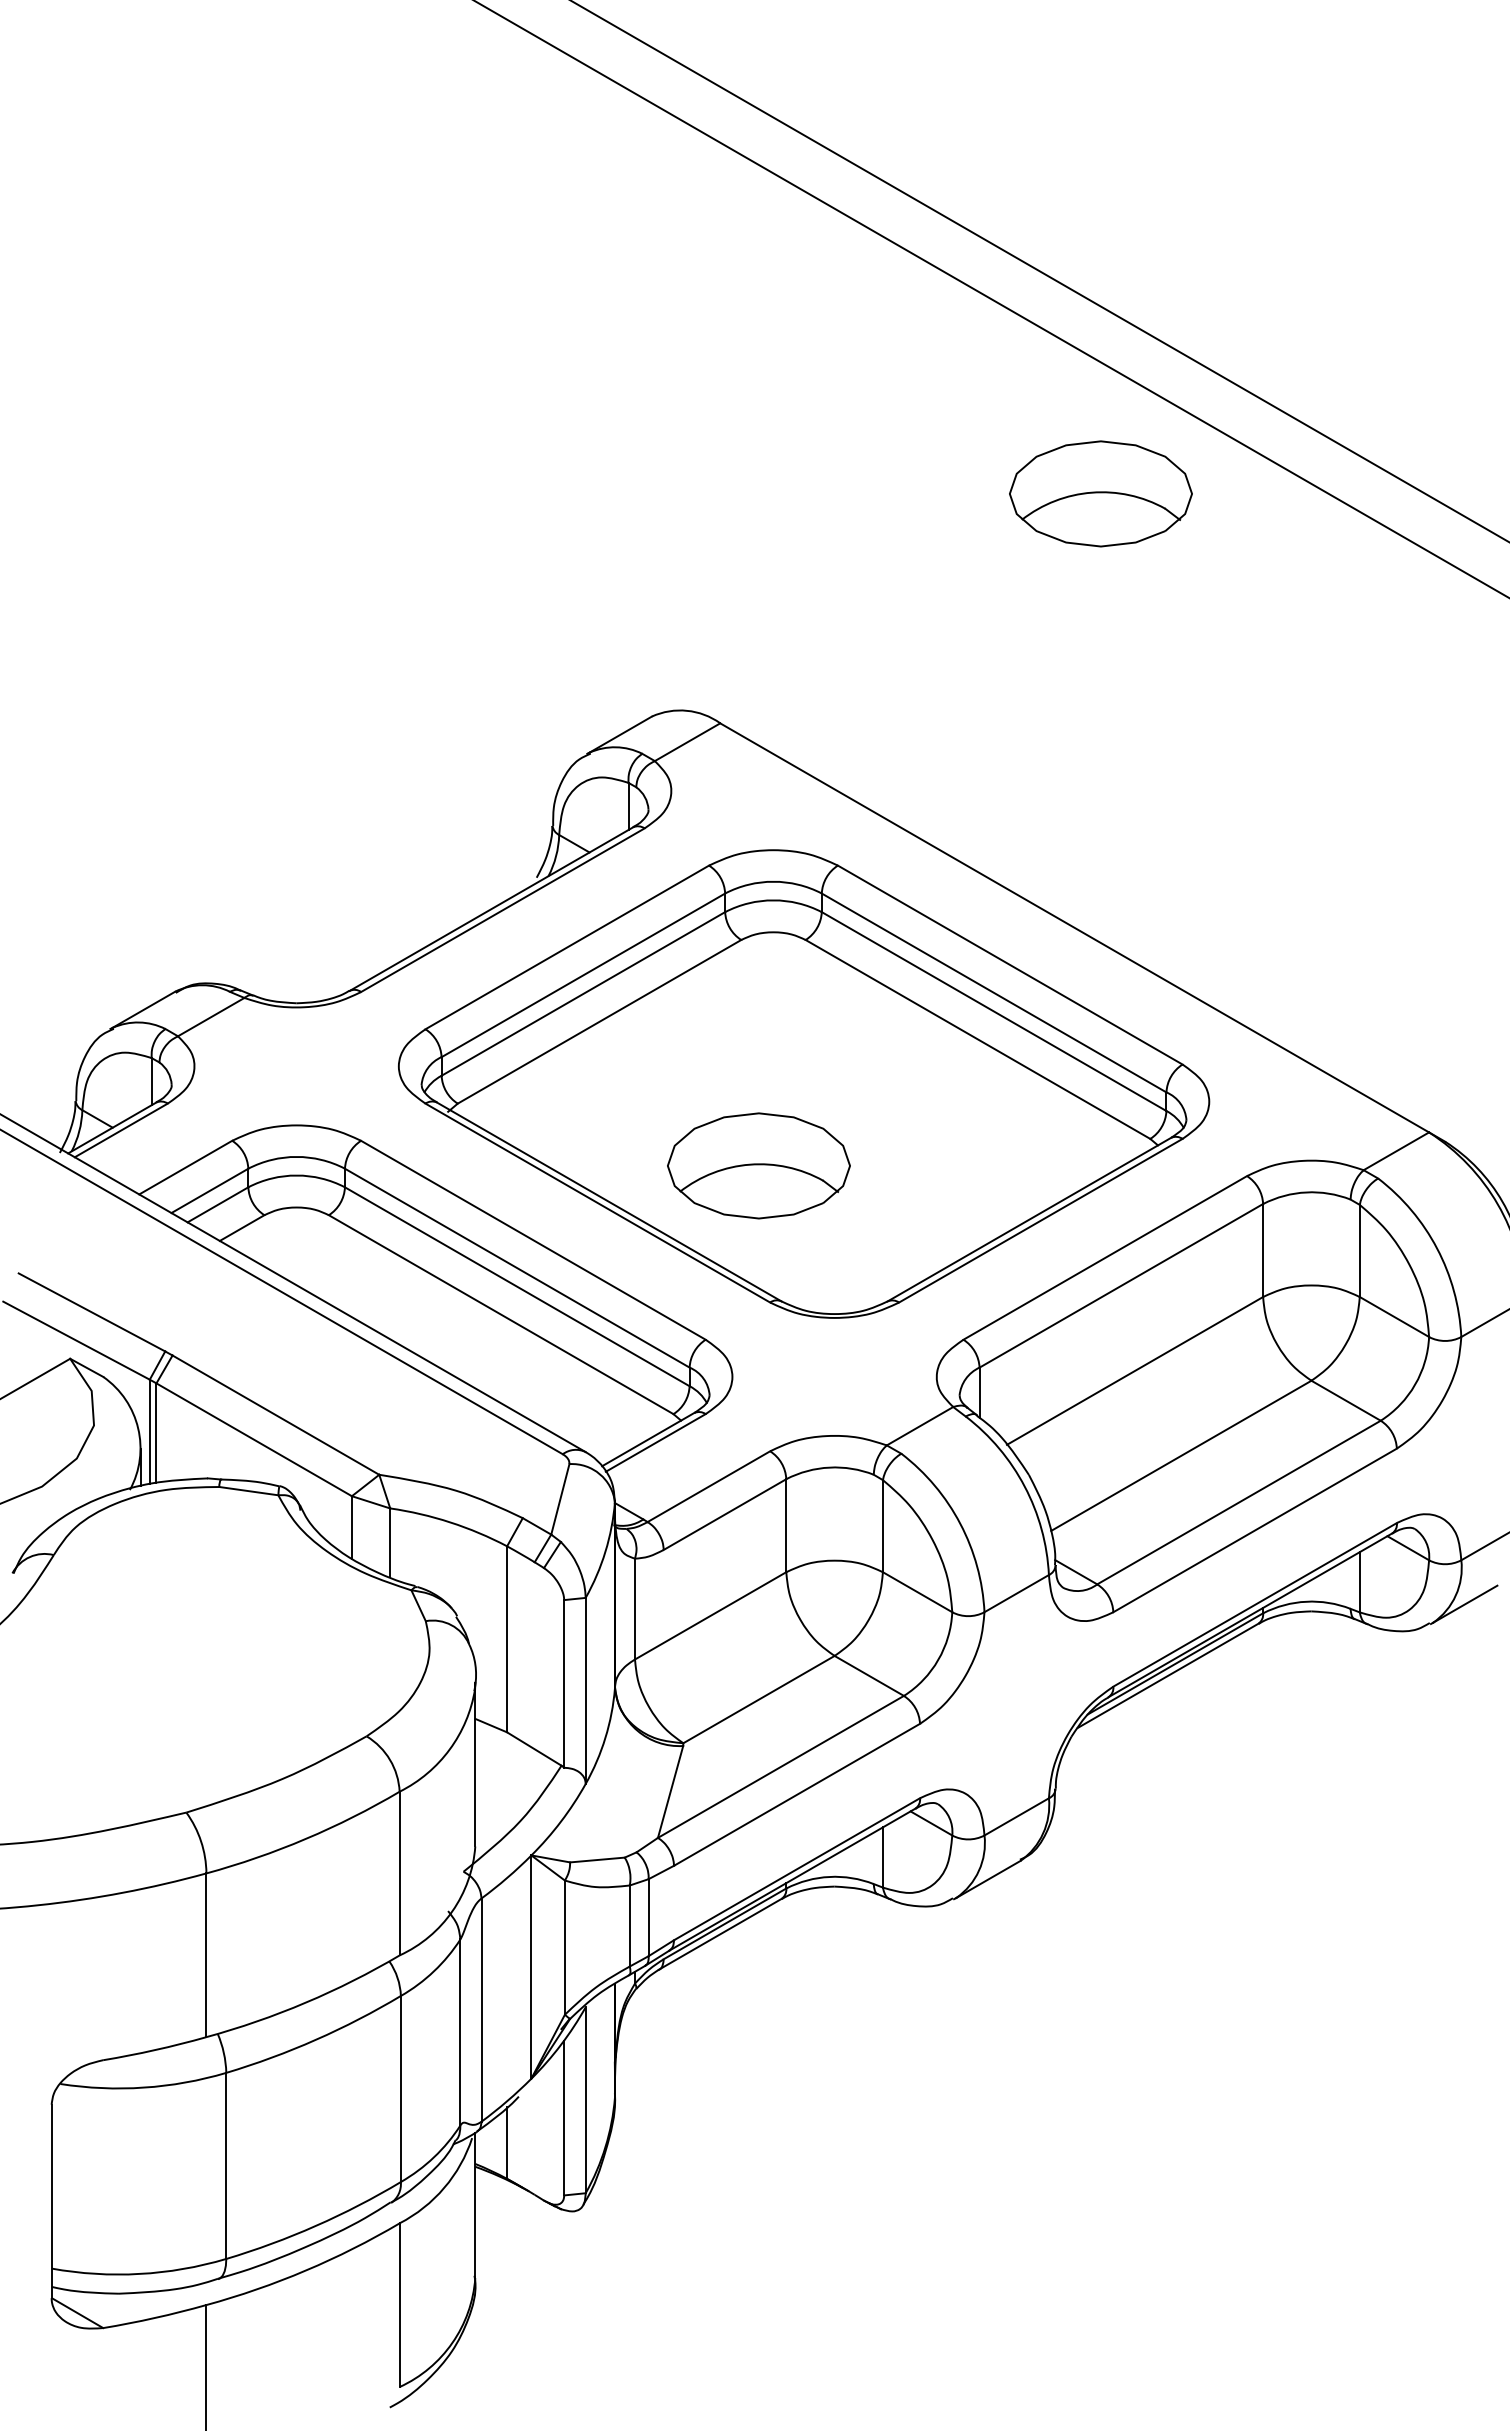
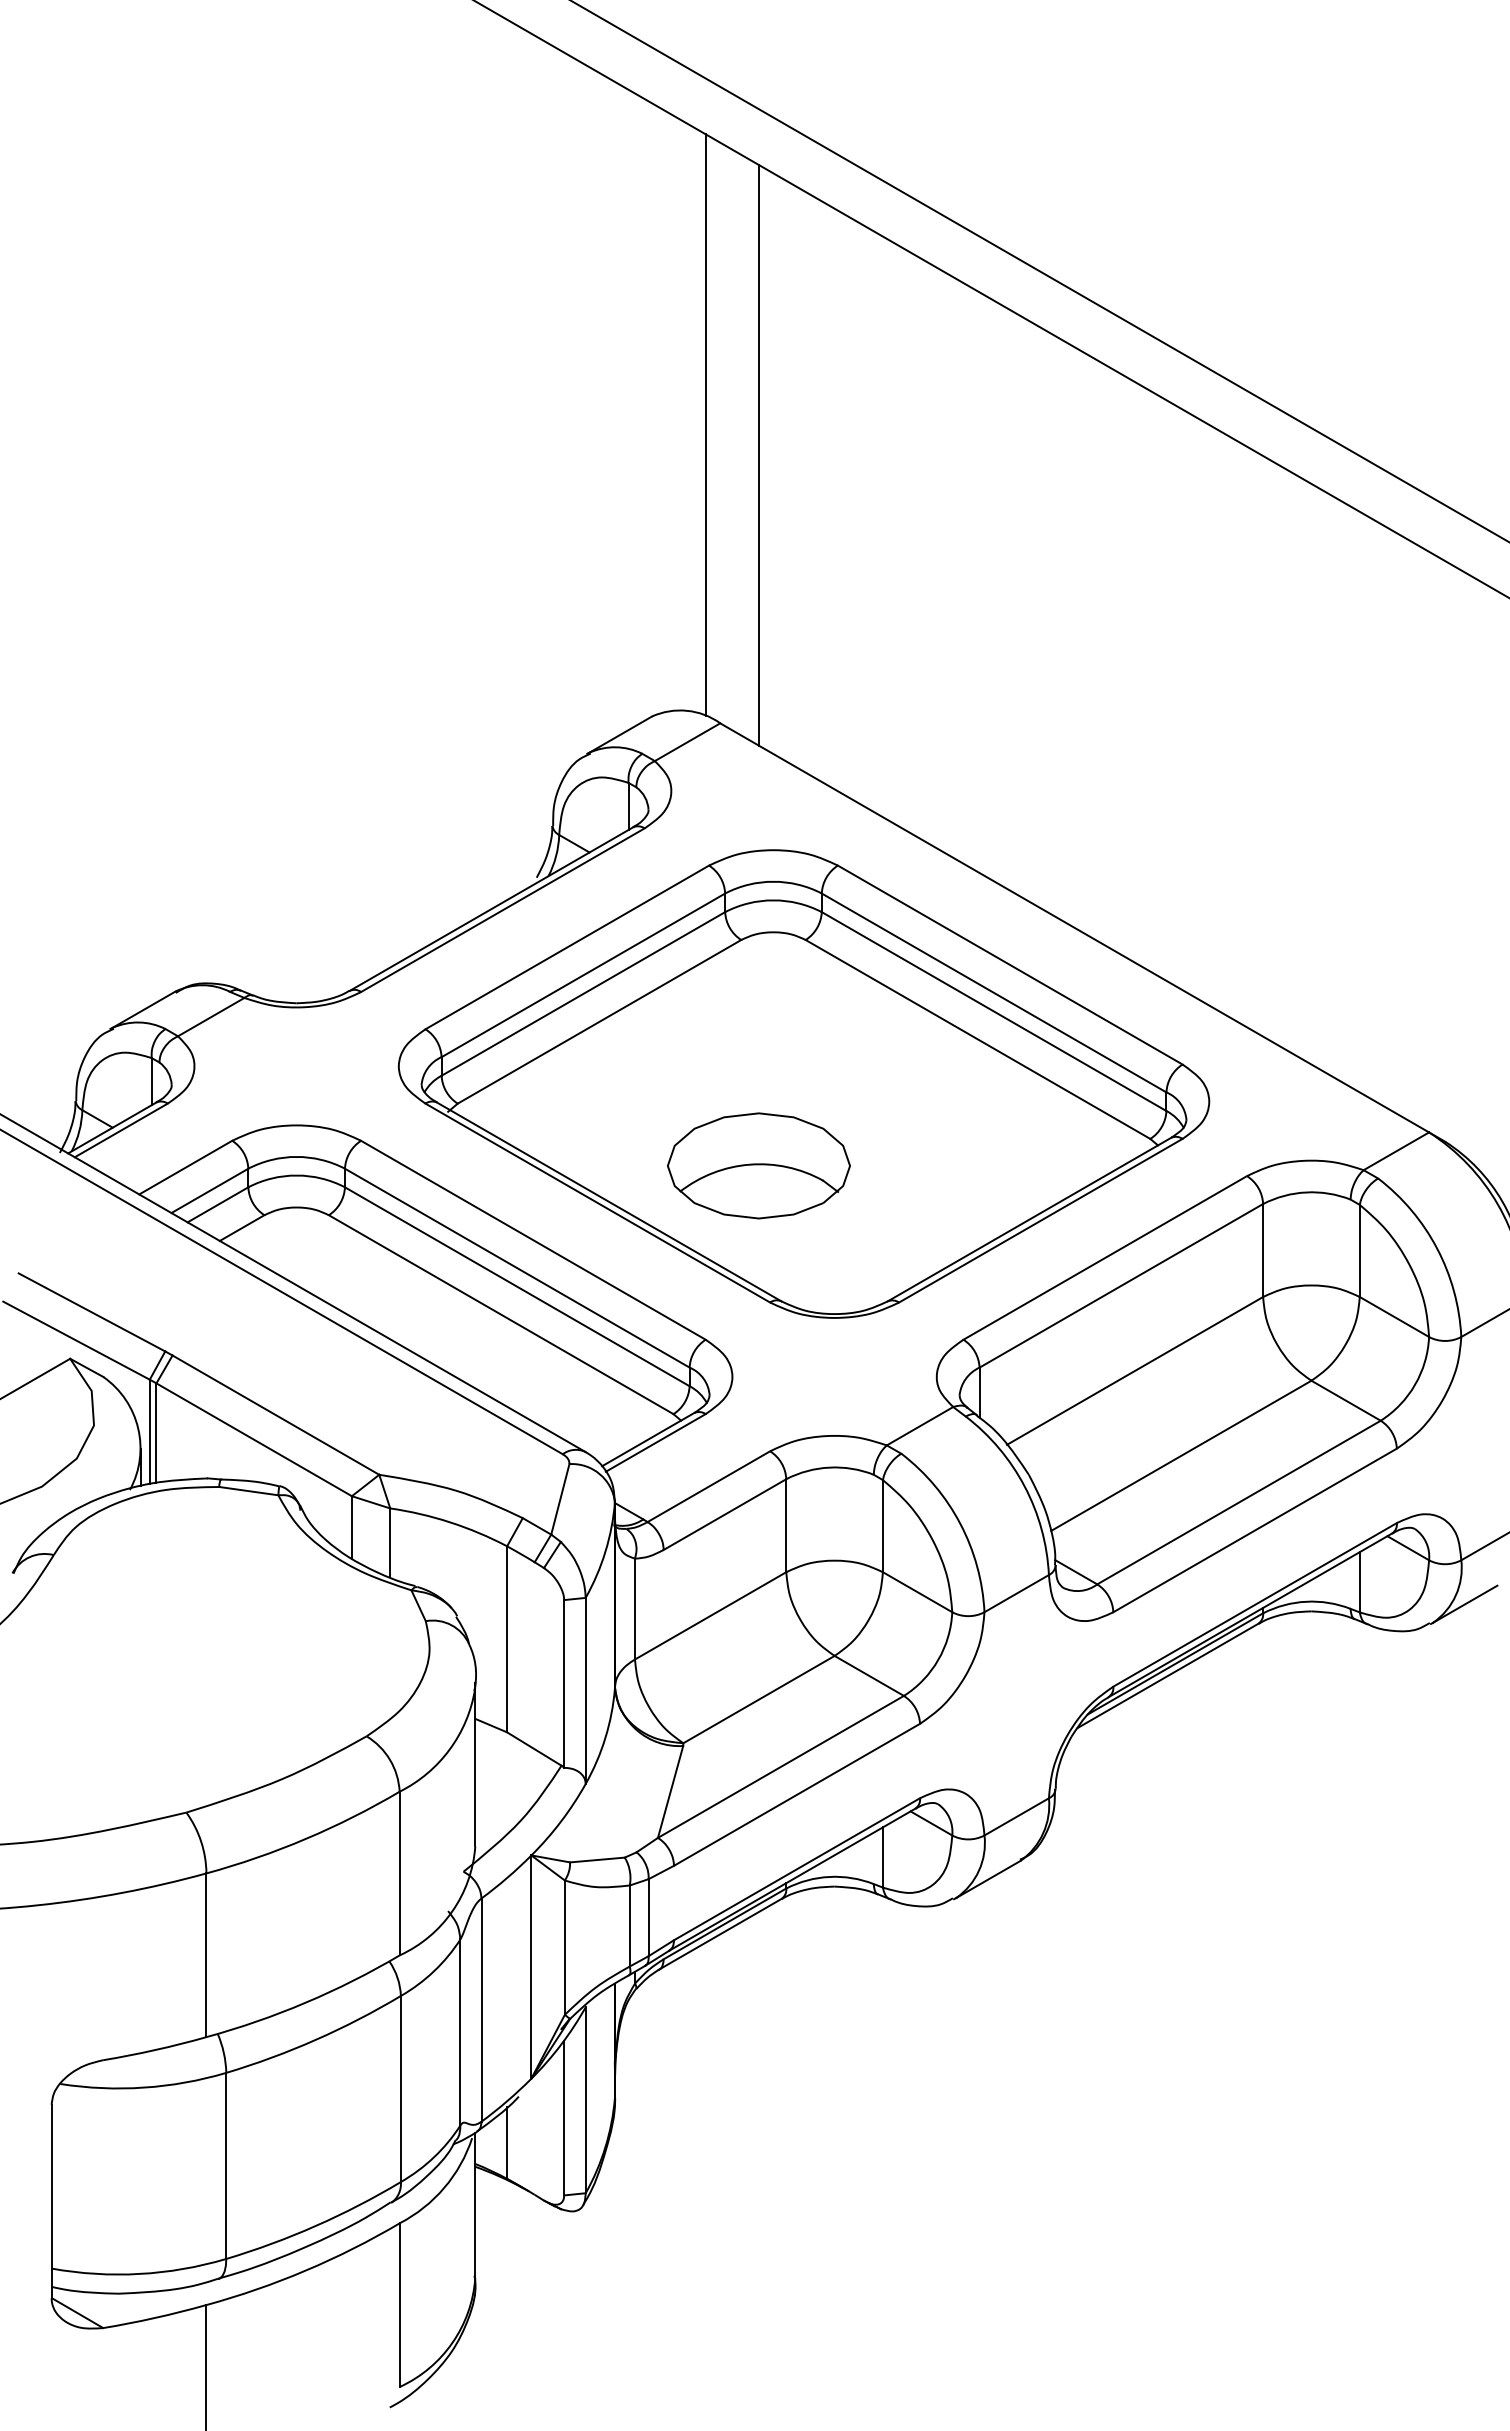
line at (705, 425): none -> present
line at (758, 455): none -> present
part at (1100, 493): present -> none
